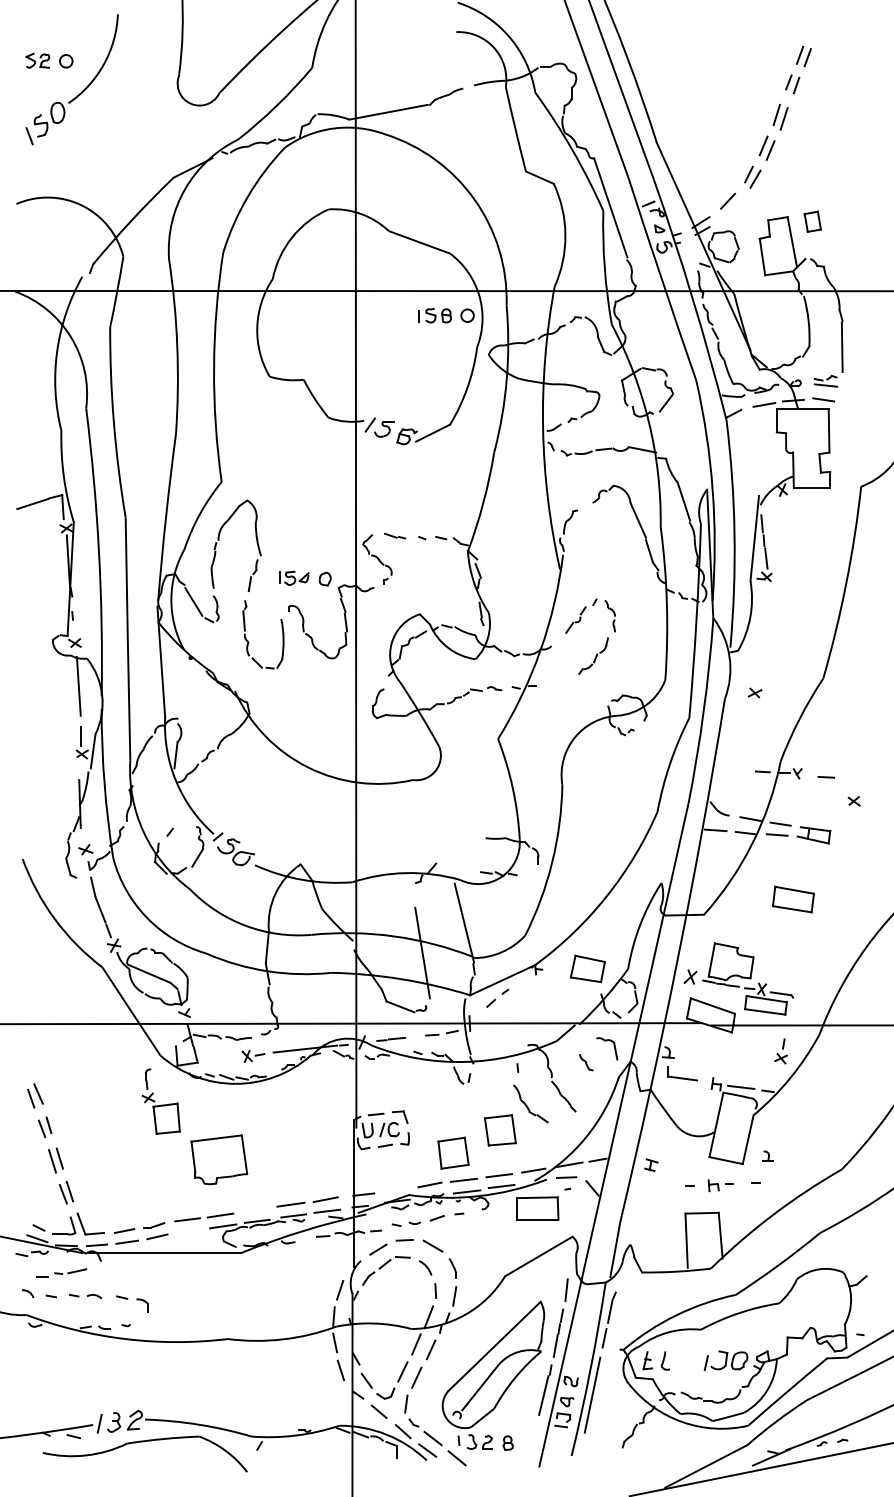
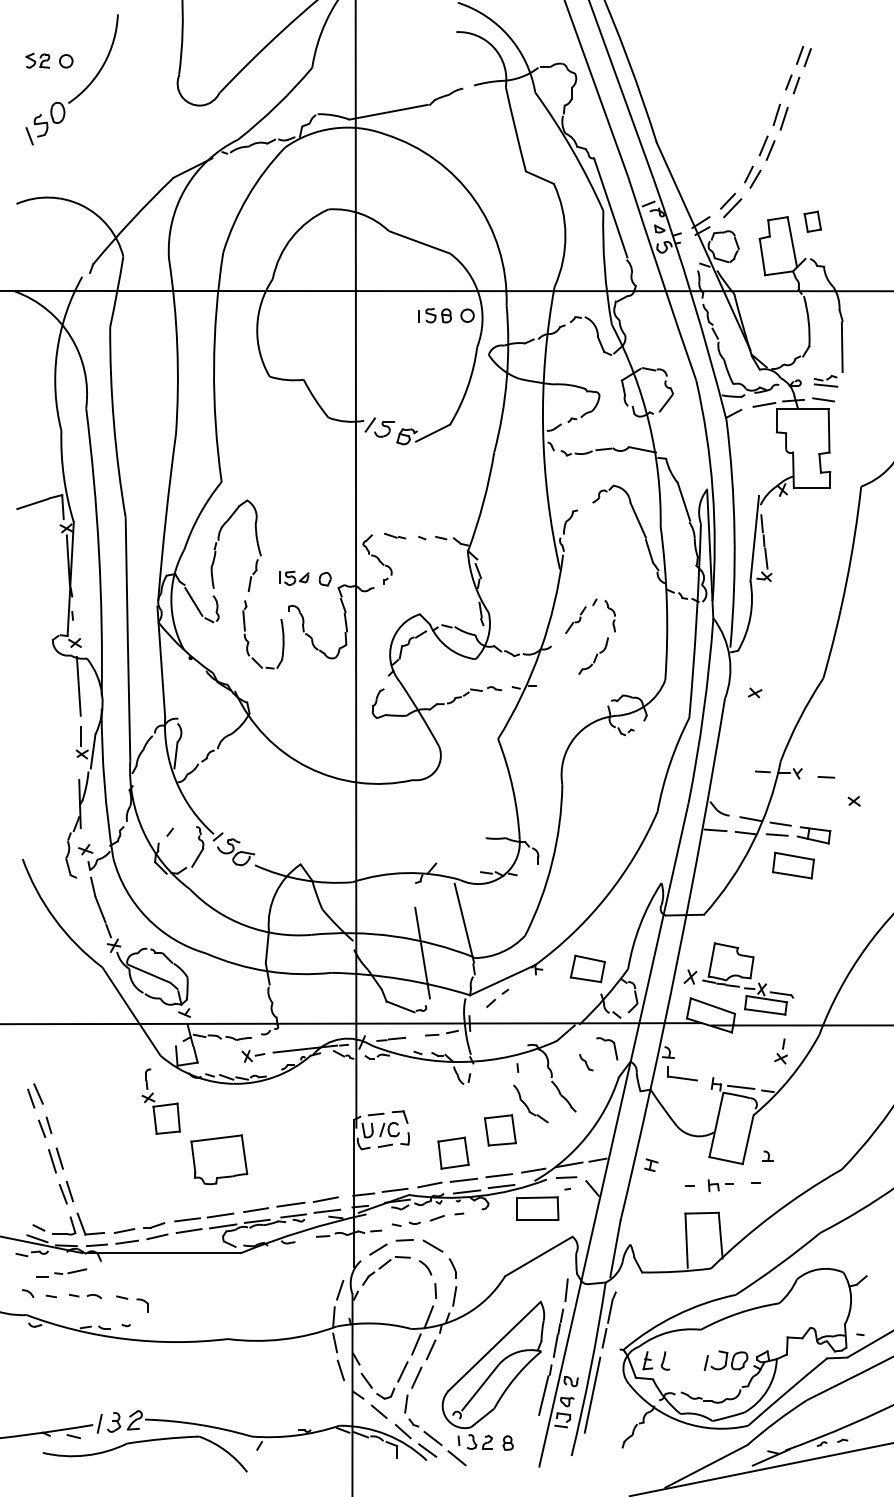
line at (732, 208): none -> present
part at (793, 899) position: (793, 899) -> (793, 865)
line at (394, 1189): none -> present
line at (256, 1210): none -> present
line at (188, 1230): none -> present
